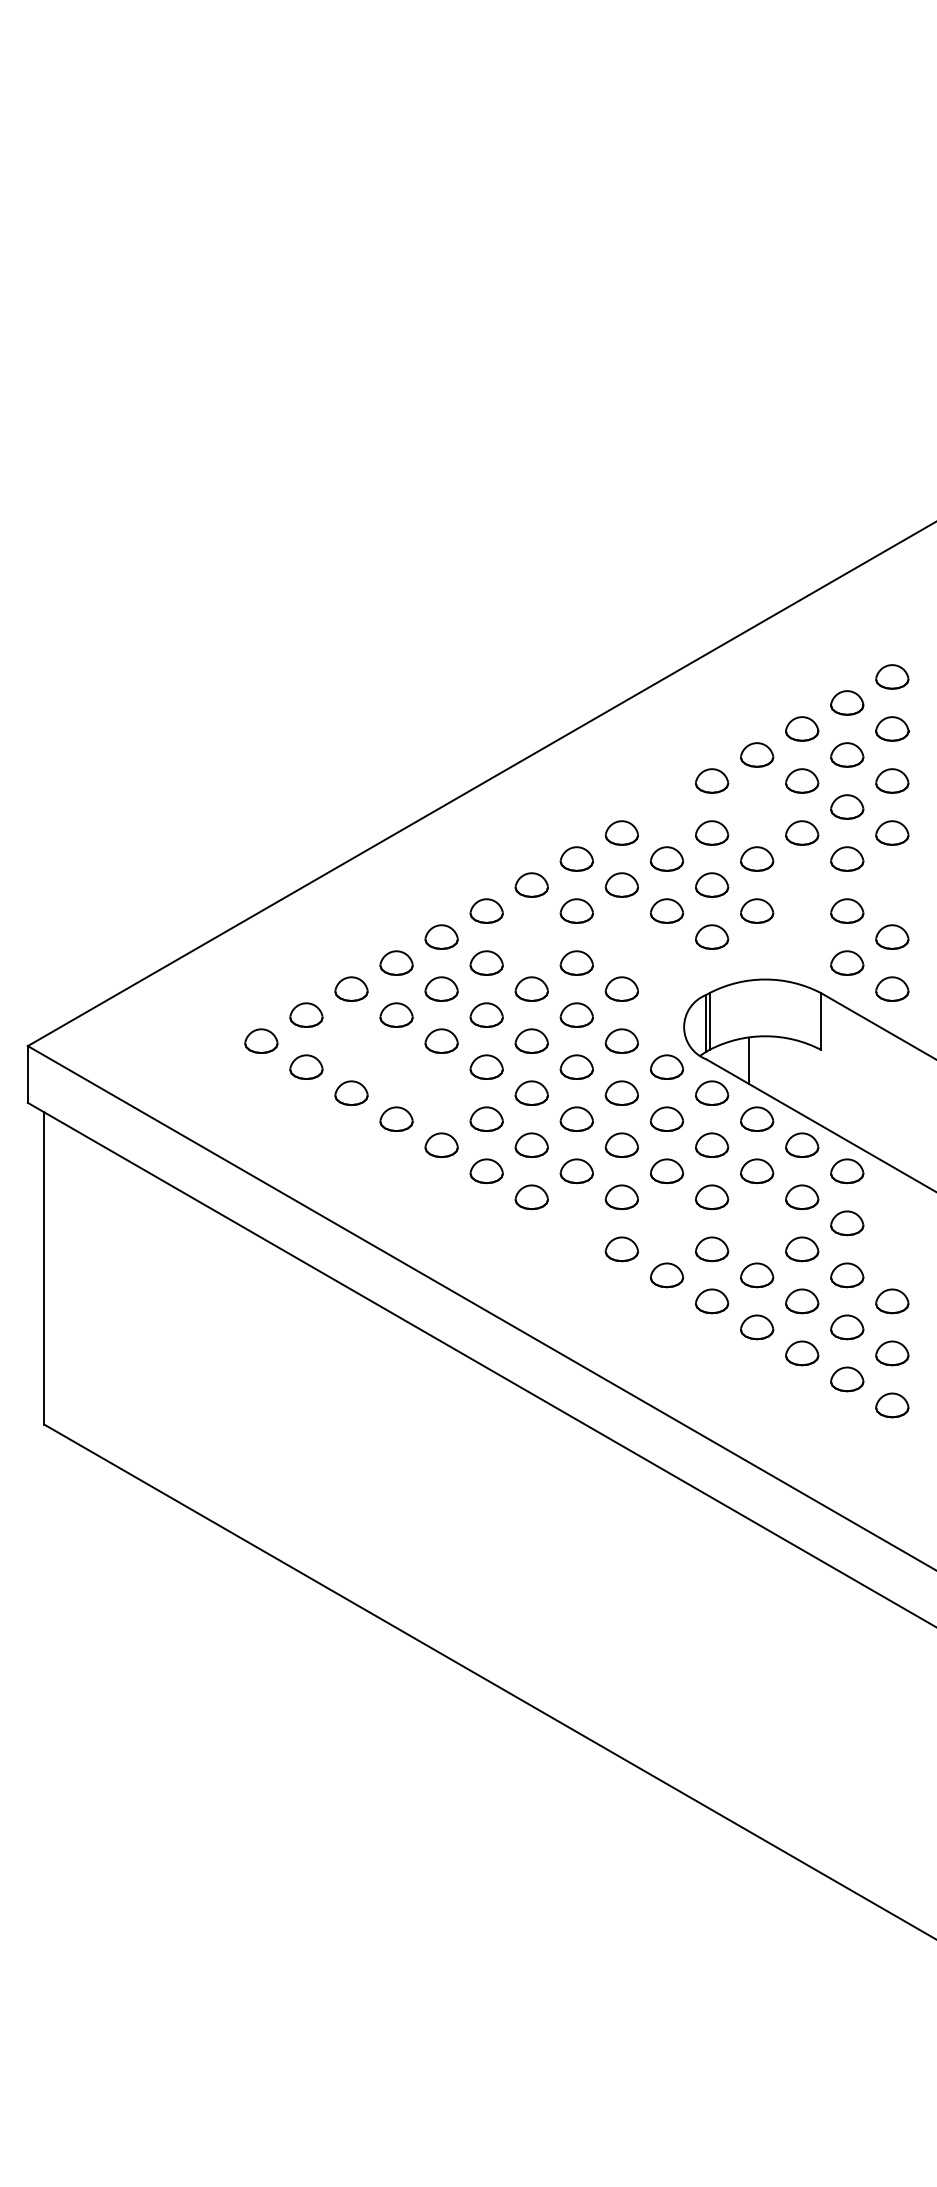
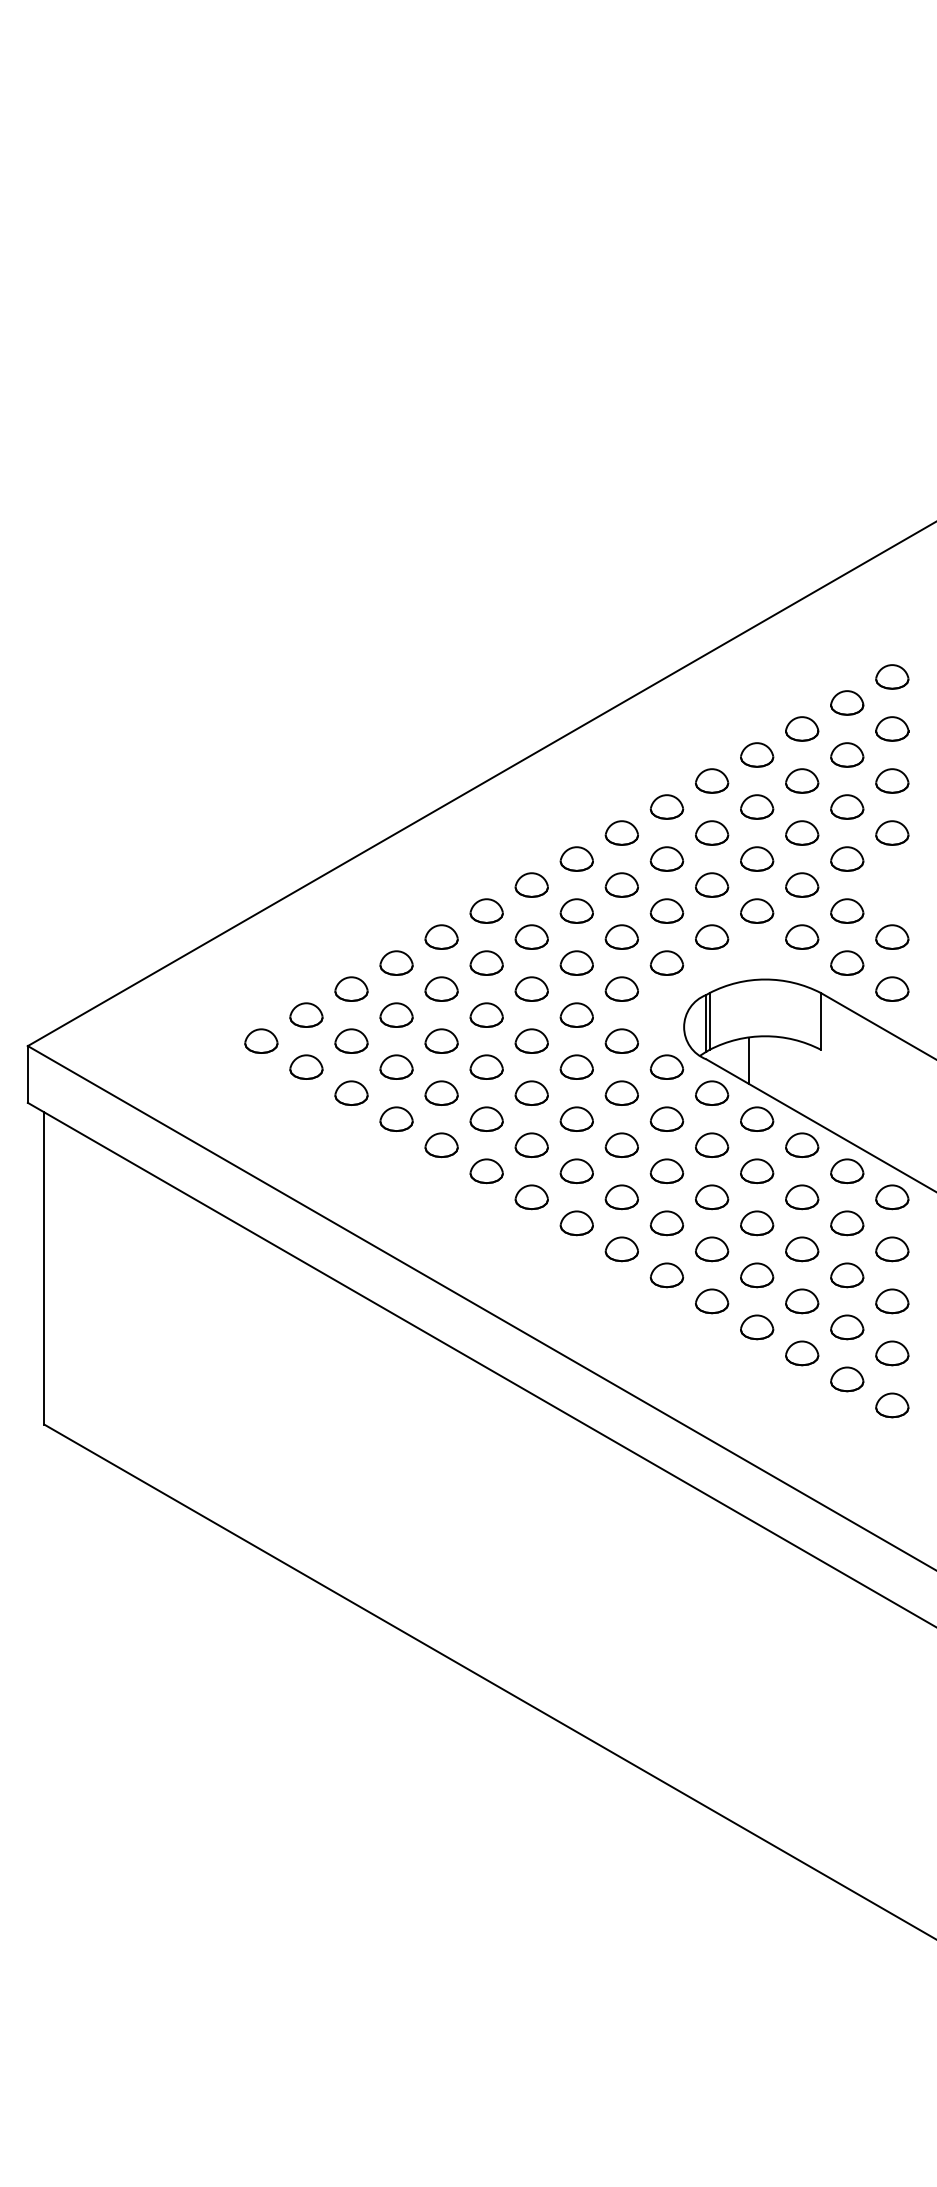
part at (666, 806): none -> present
part at (757, 806): none -> present
part at (802, 884): none -> present
part at (531, 936): none -> present
part at (621, 936): none -> present
part at (802, 936): none -> present
part at (666, 962): none -> present
part at (351, 1040): none -> present
part at (396, 1066): none -> present
part at (441, 1092): none -> present
part at (892, 1197): none -> present
part at (576, 1223): none -> present
part at (666, 1223): none -> present
part at (757, 1223): none -> present
part at (892, 1249): none -> present
